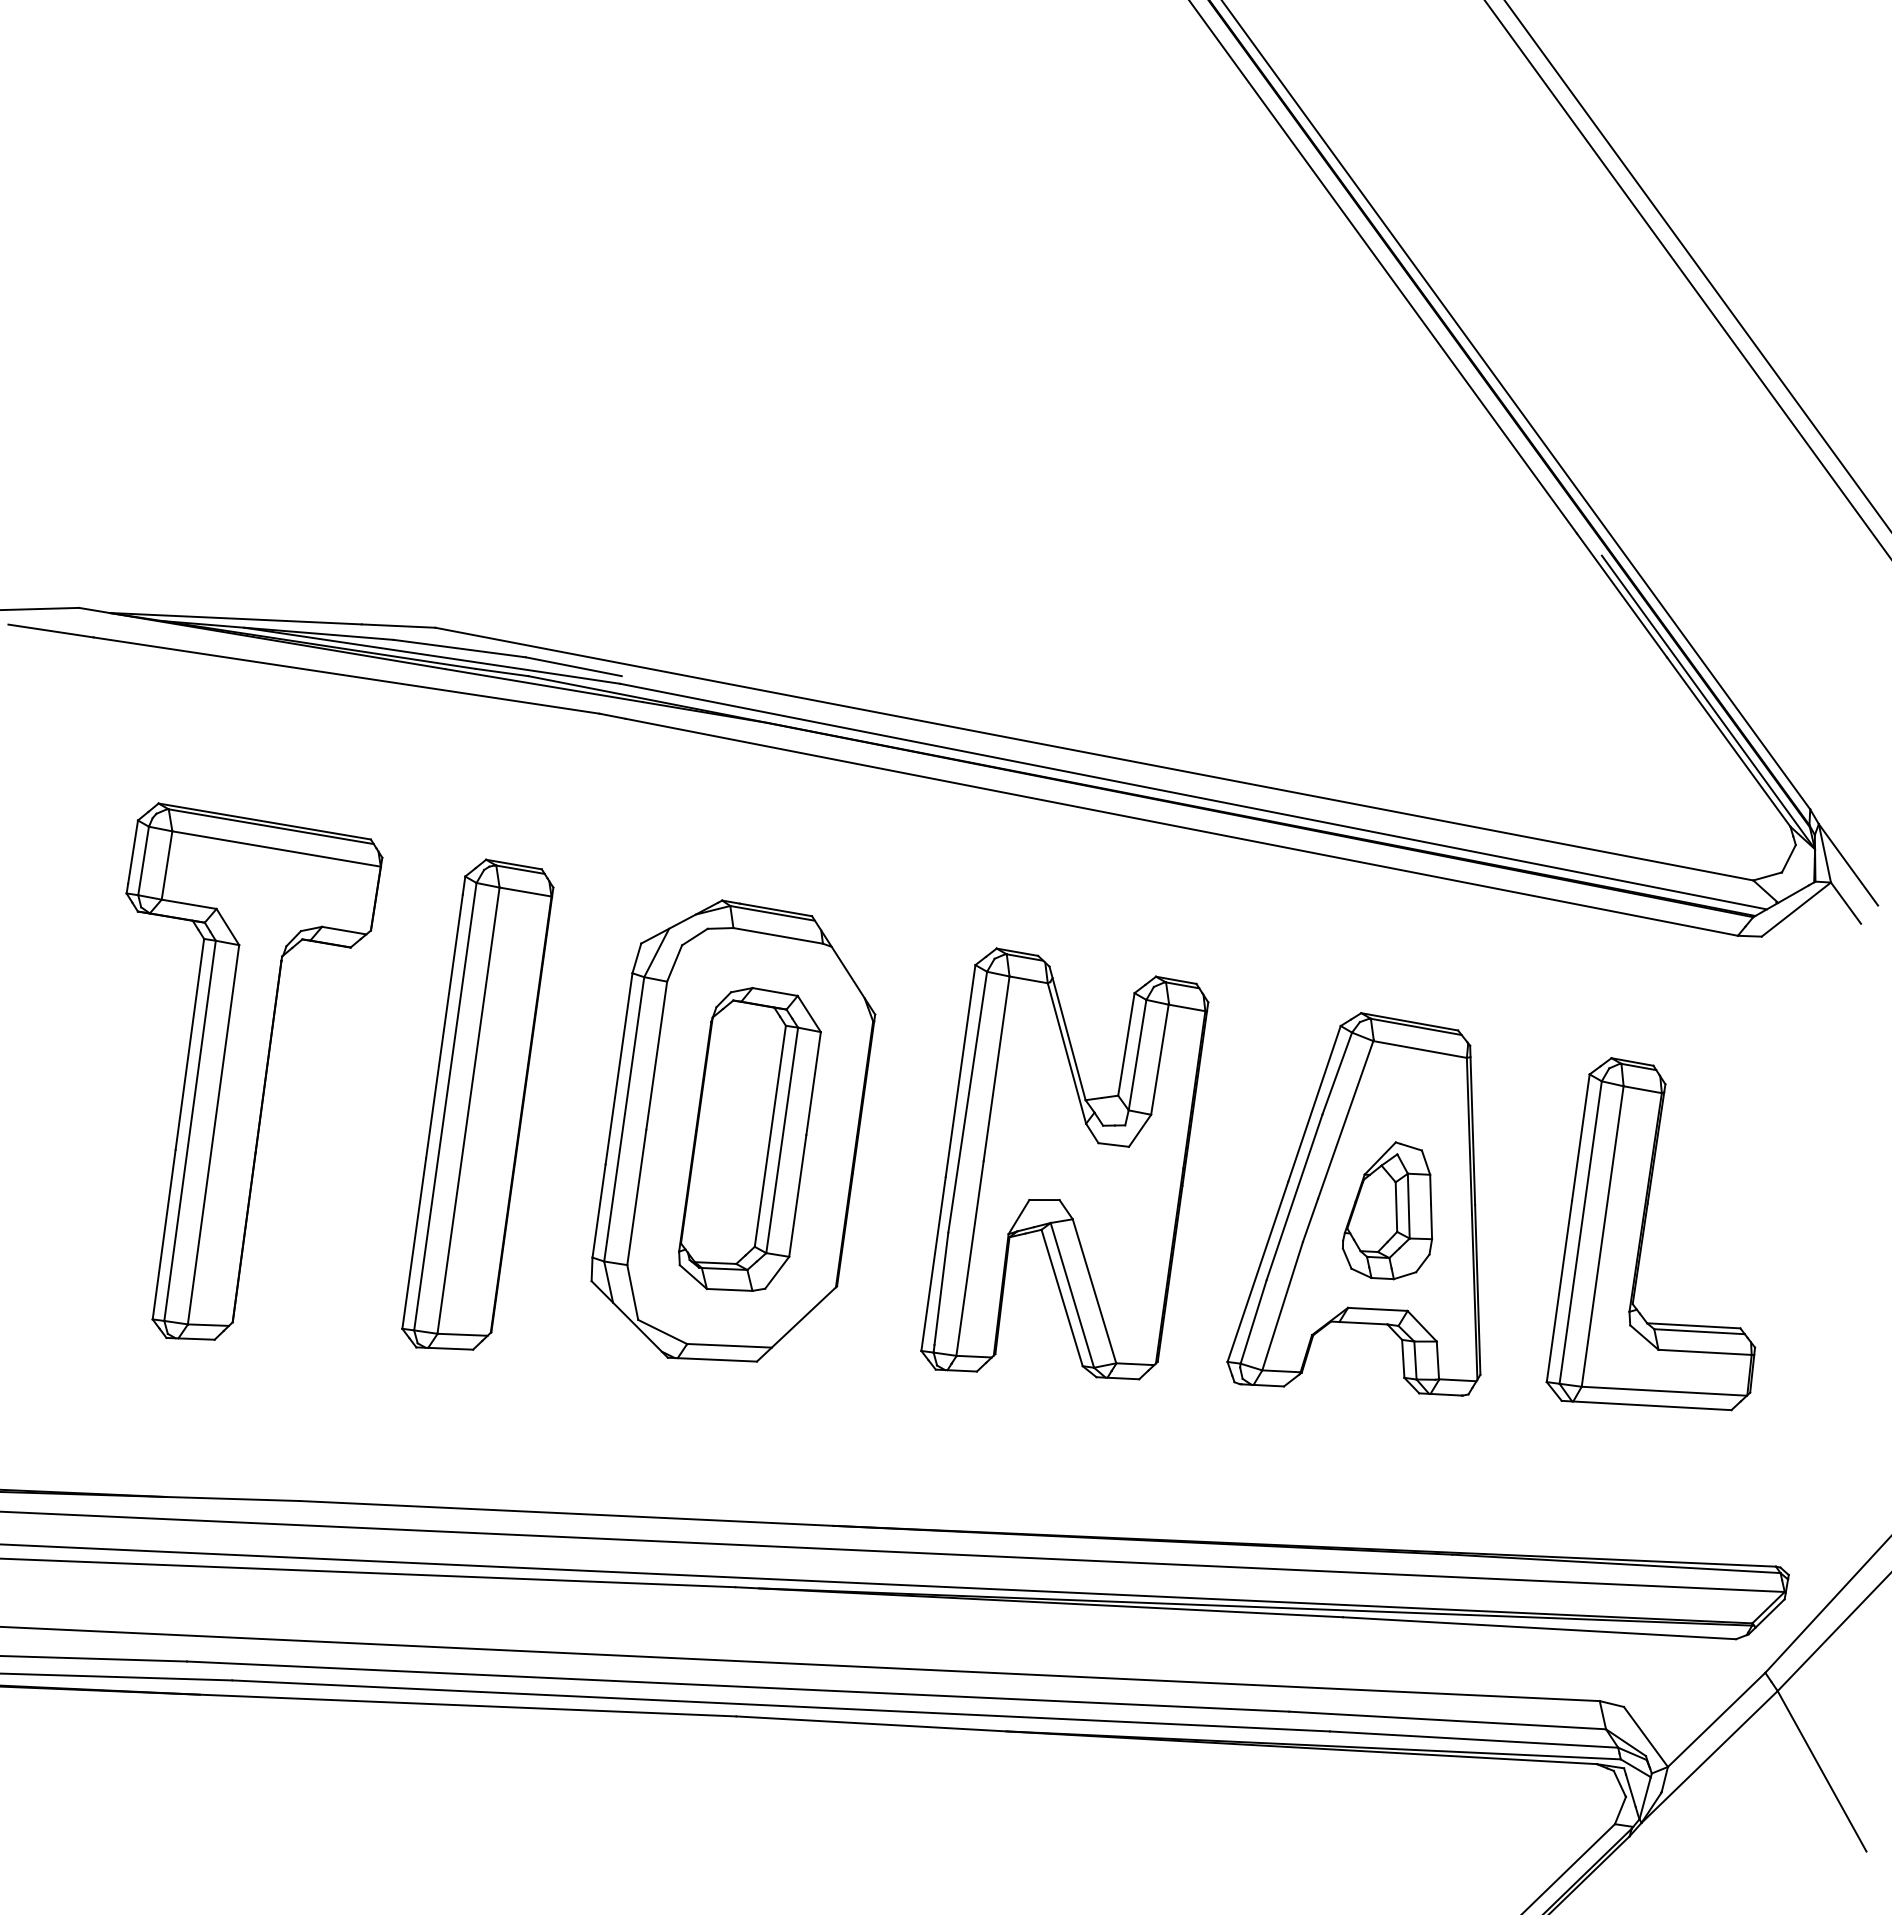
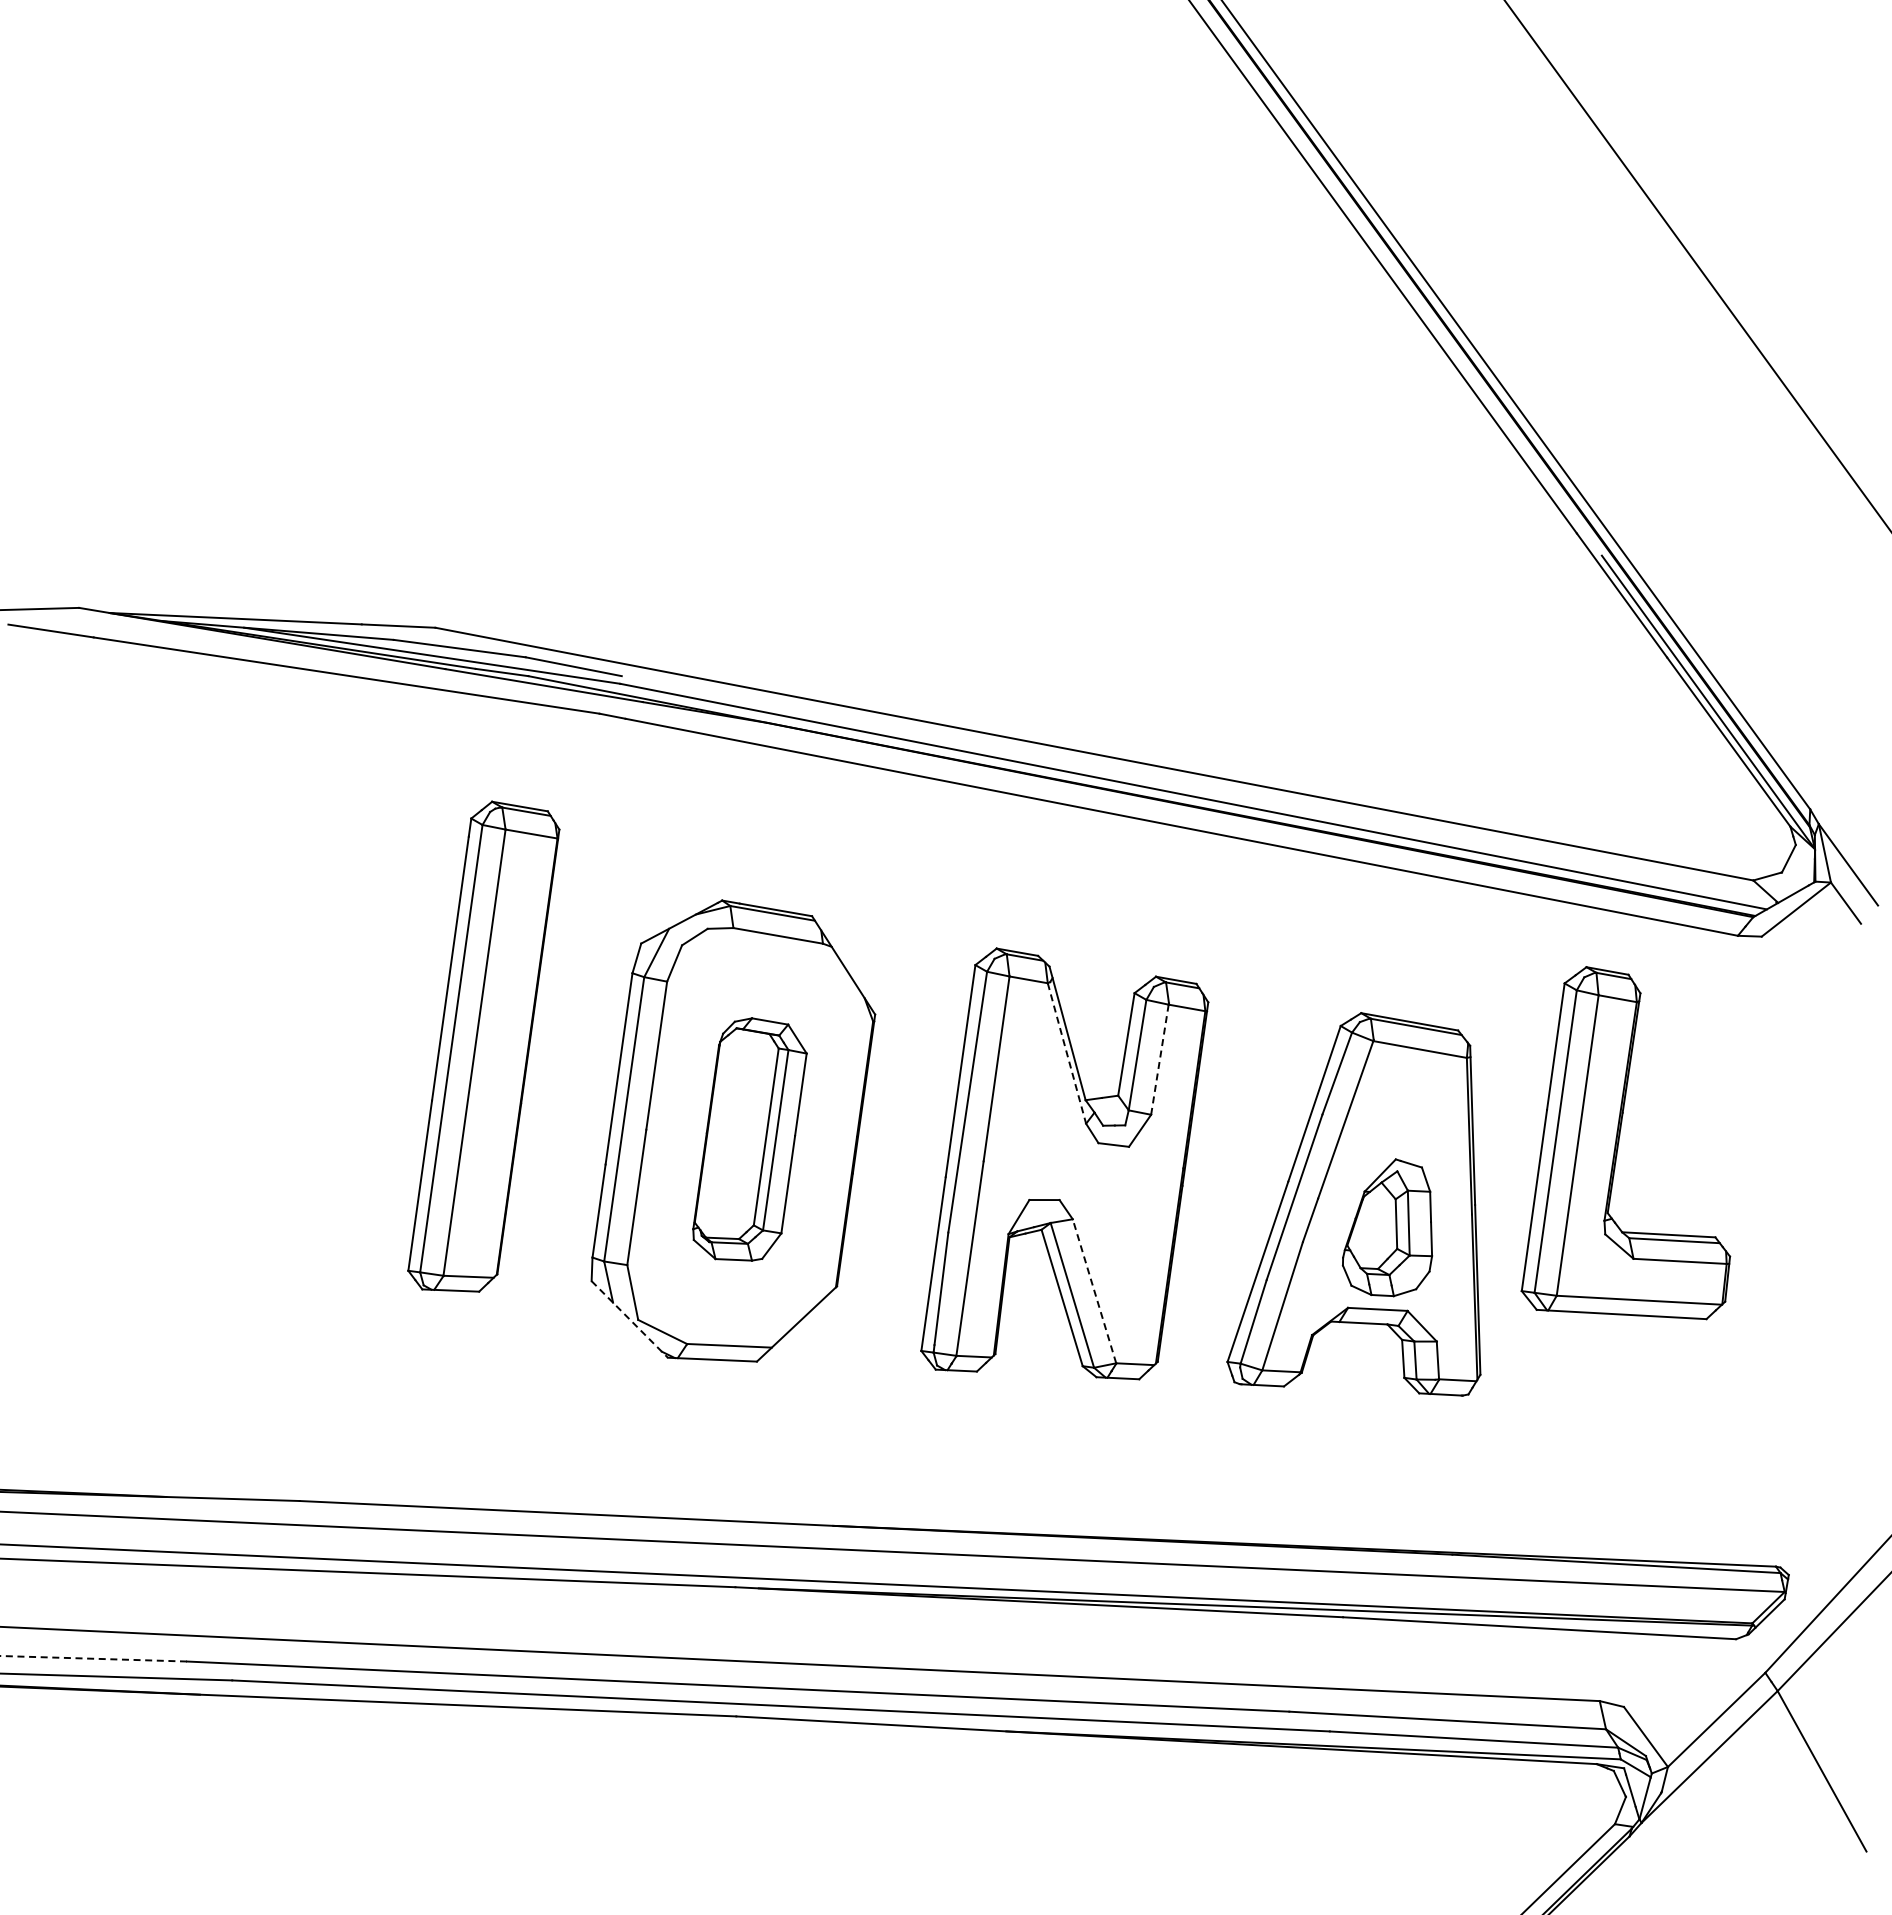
line at (1687, 278): present -> none
line at (1066, 1053): solid -> dashed
line at (1159, 1059): solid -> dashed
part at (254, 1071): present -> none
part at (477, 1104) position: (477, 1104) -> (483, 1046)
part at (749, 1139) size: 144x305 px -> 116x245 px
part at (1387, 1210) position: (1387, 1210) -> (1387, 1227)
part at (1644, 1233) position: (1644, 1233) -> (1619, 1142)
line at (1094, 1290): solid -> dashed
line at (630, 1319): solid -> dashed
line at (93, 1658): solid -> dashed
